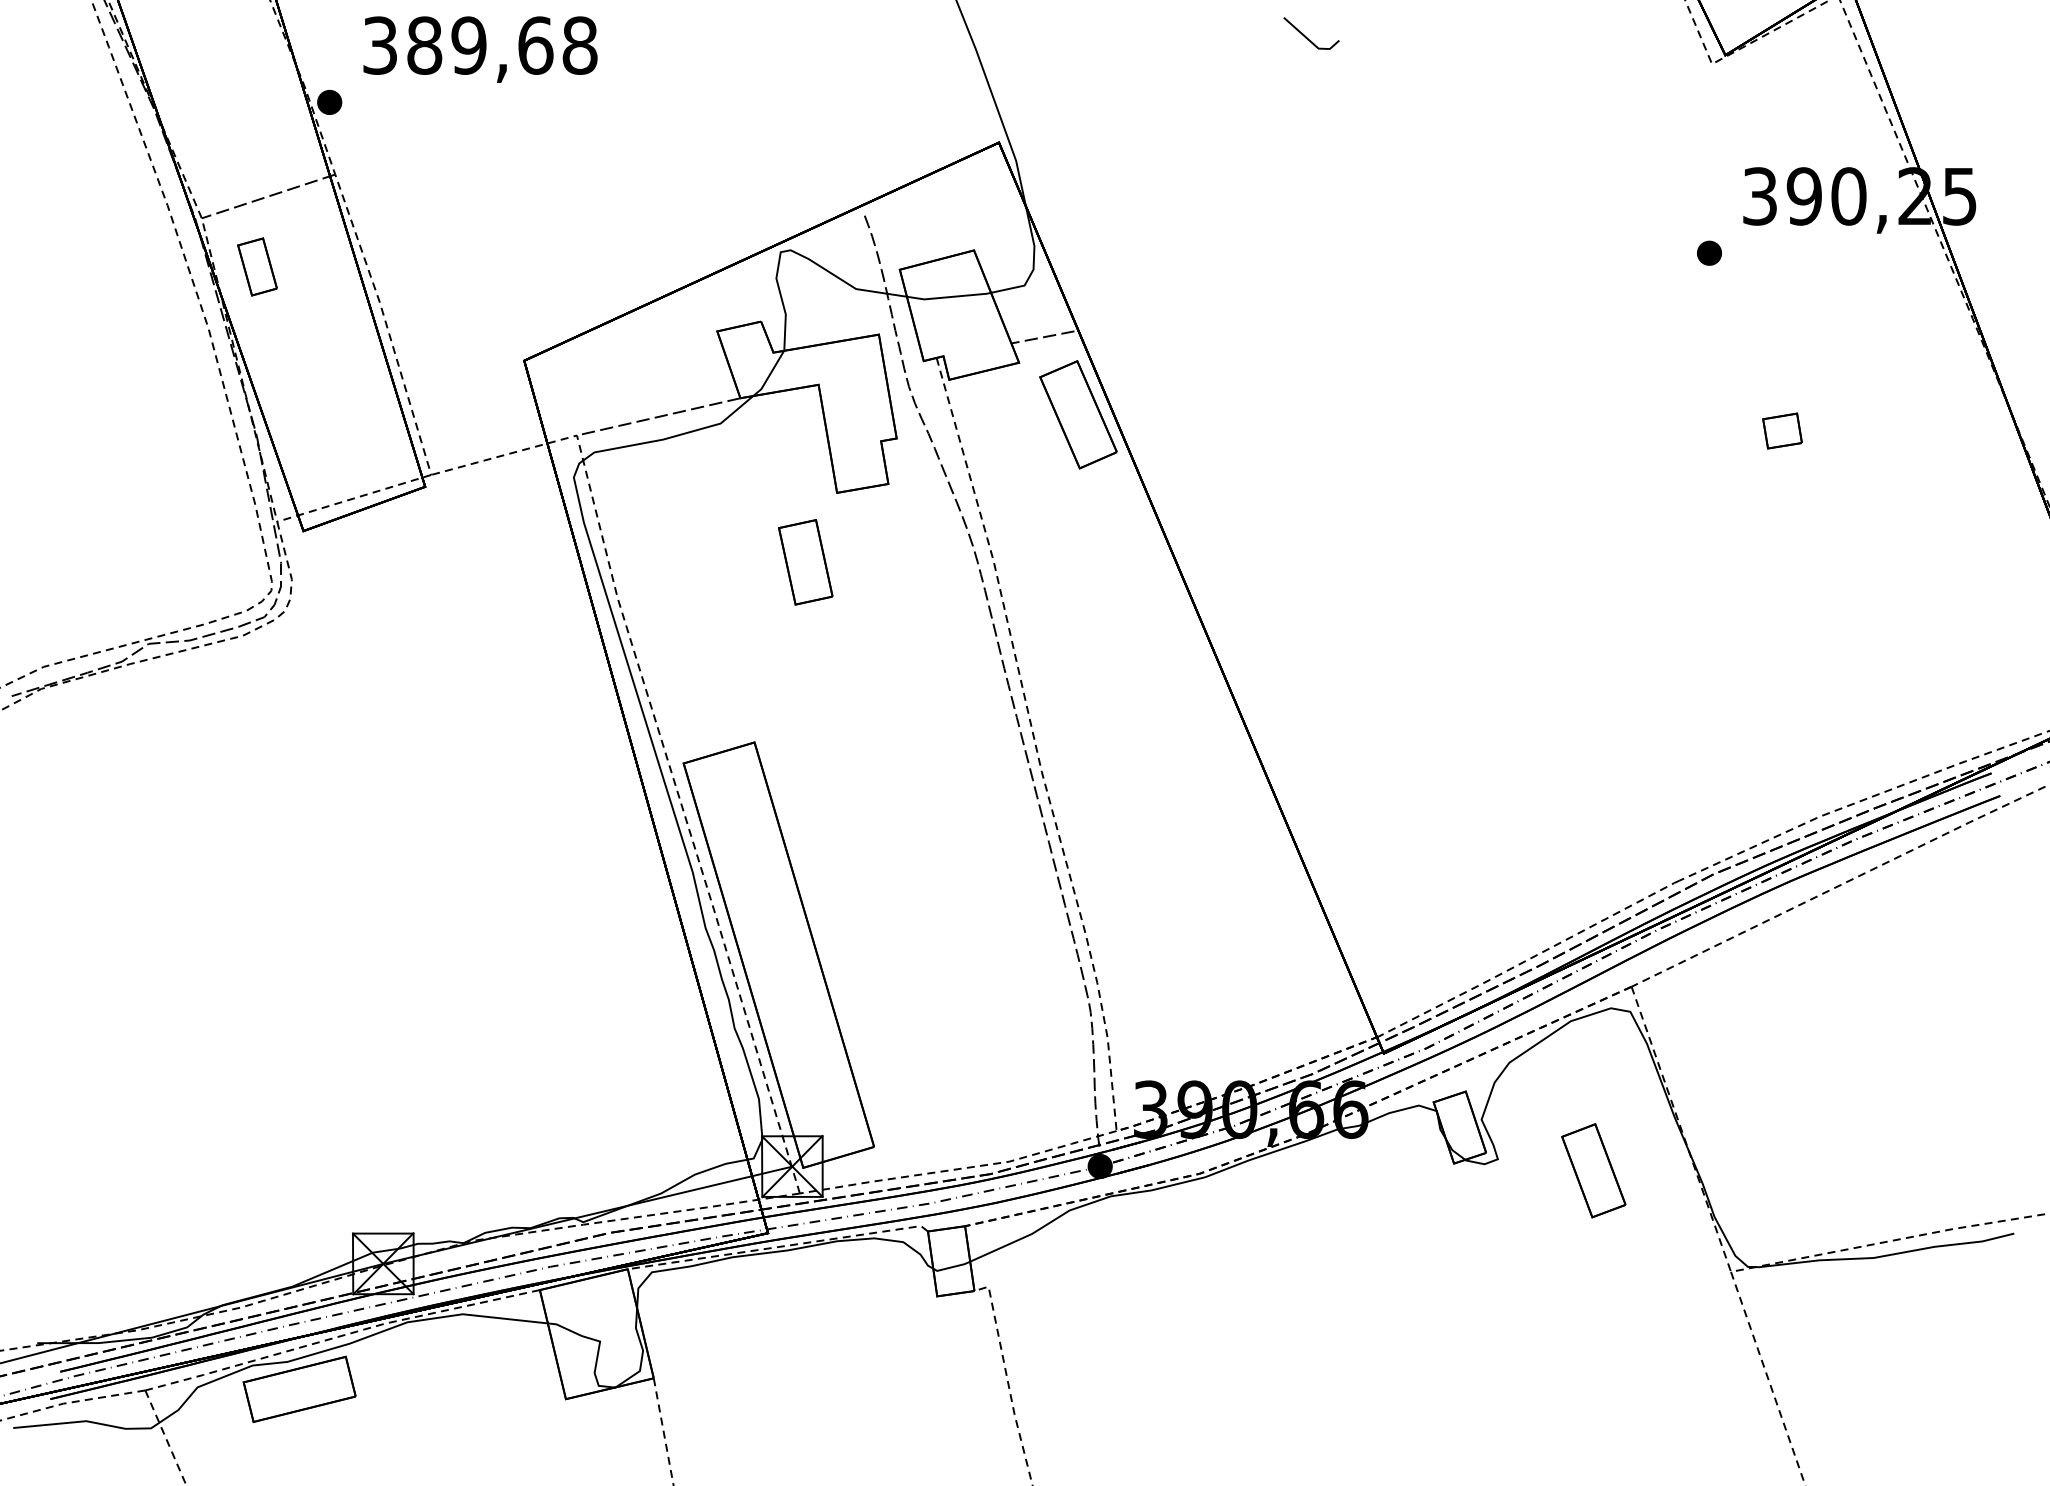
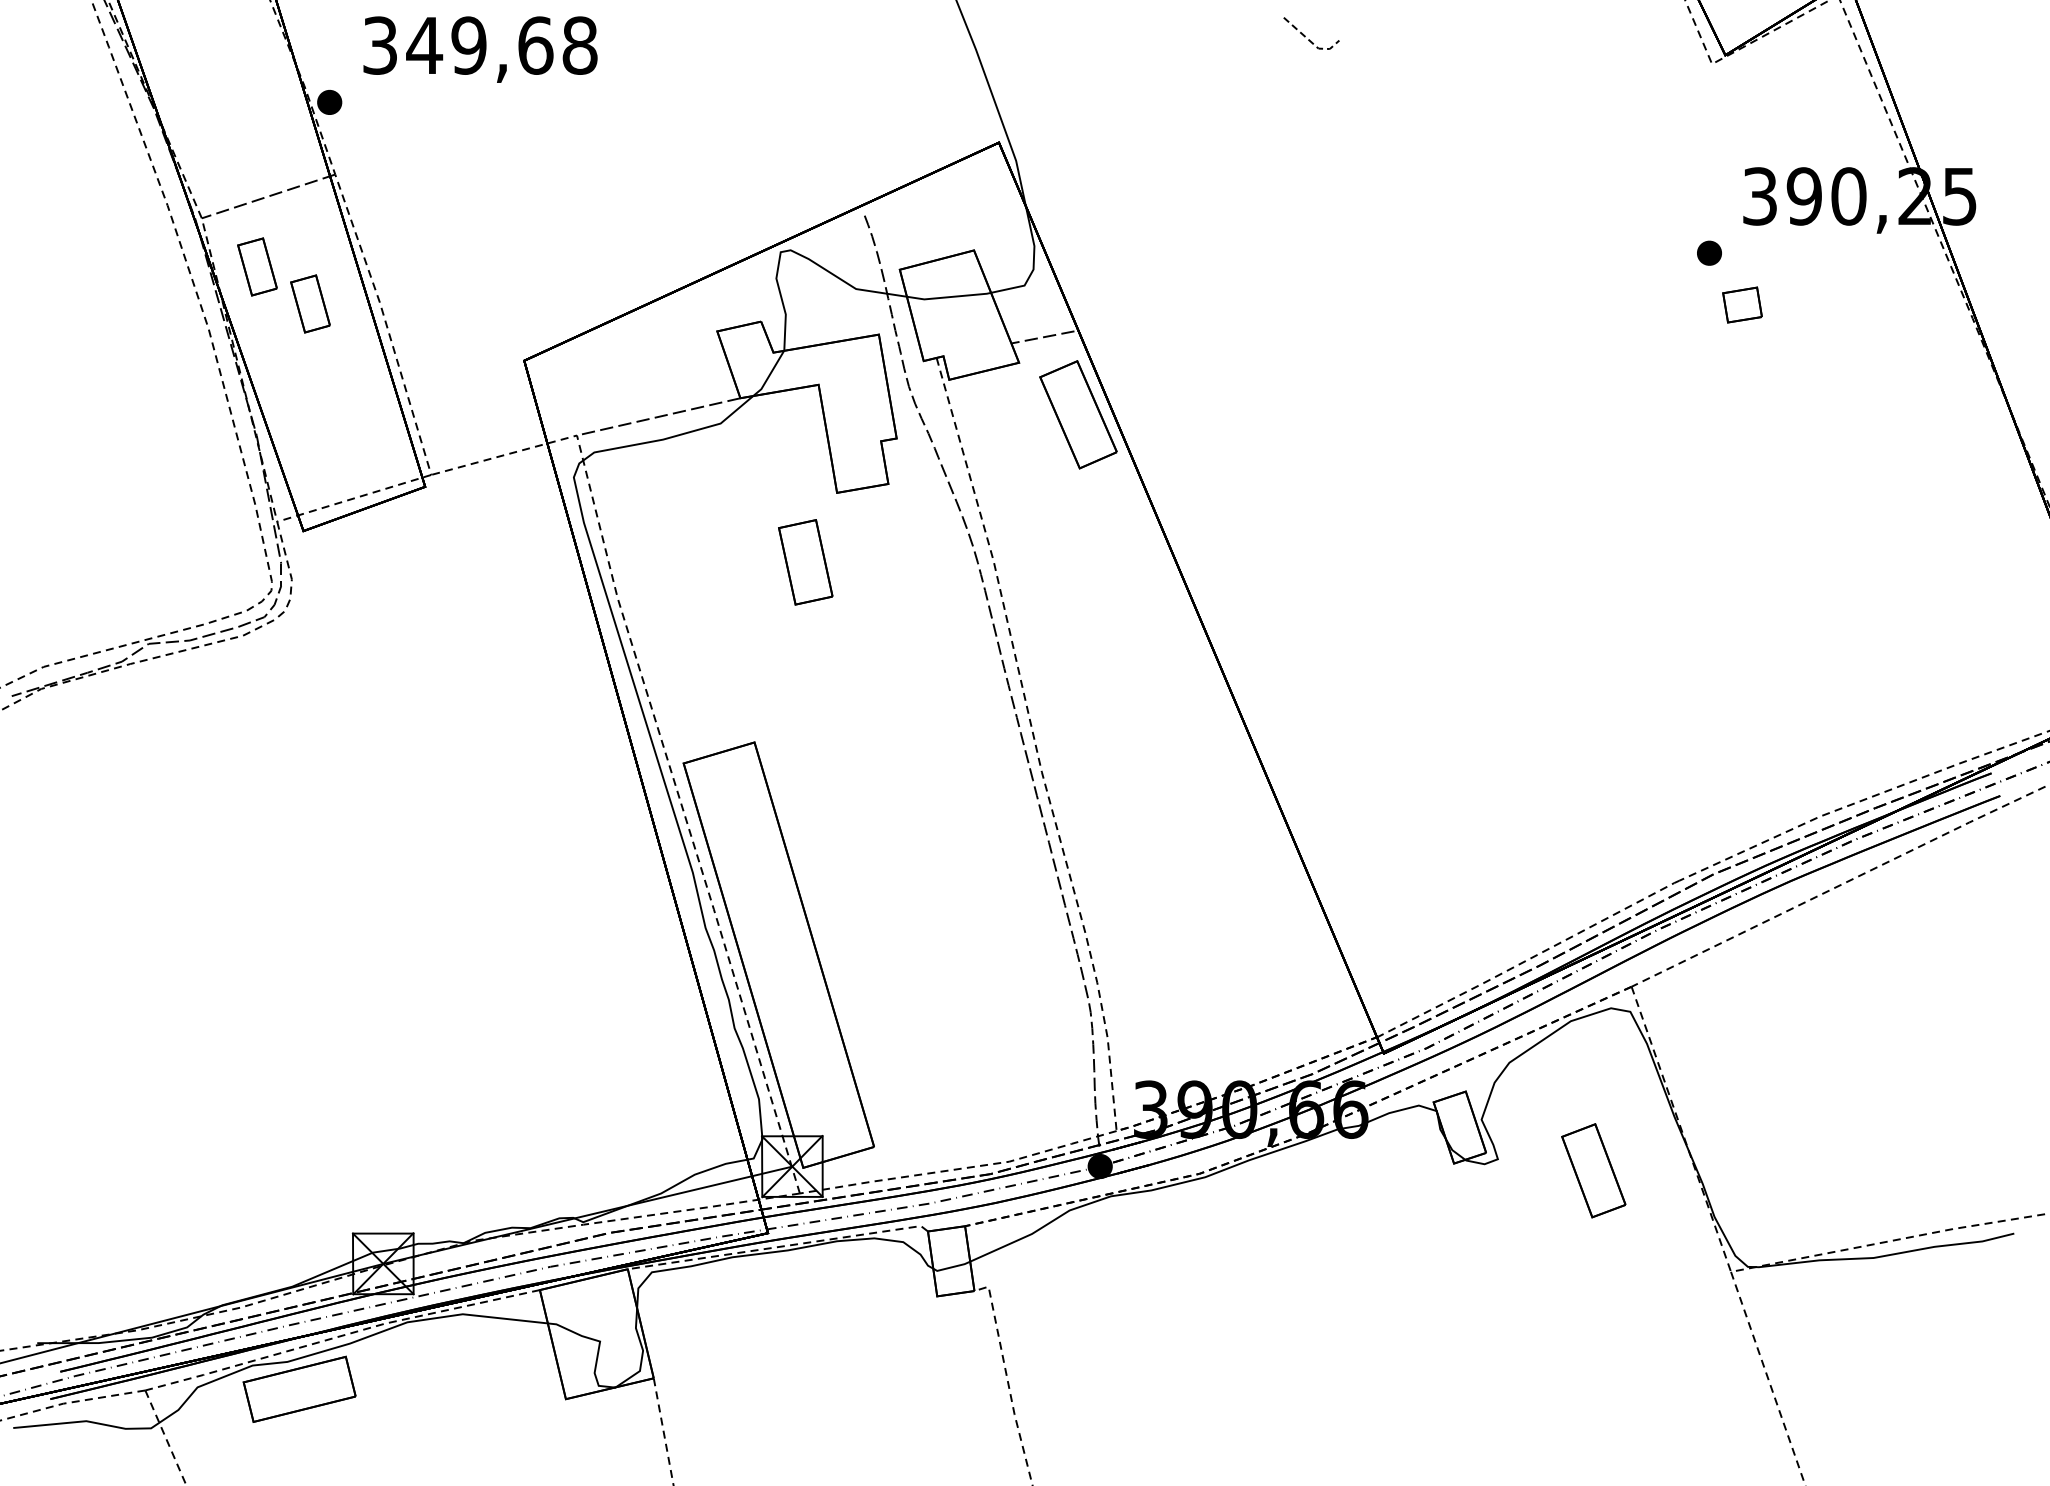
line at (1311, 42): solid -> dashed
text at (424, 45): 389,68 -> 349,68
part at (310, 303): none -> present
part at (1782, 430) position: (1782, 430) -> (1742, 304)
